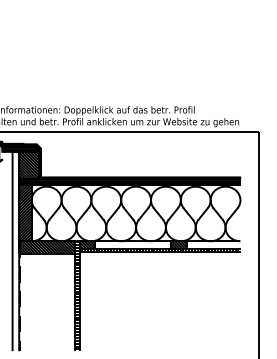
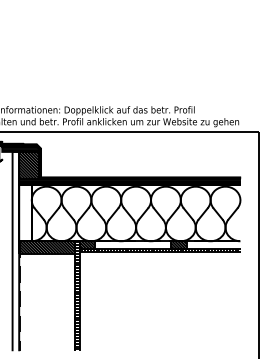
hatch at (25, 213): present -> none
